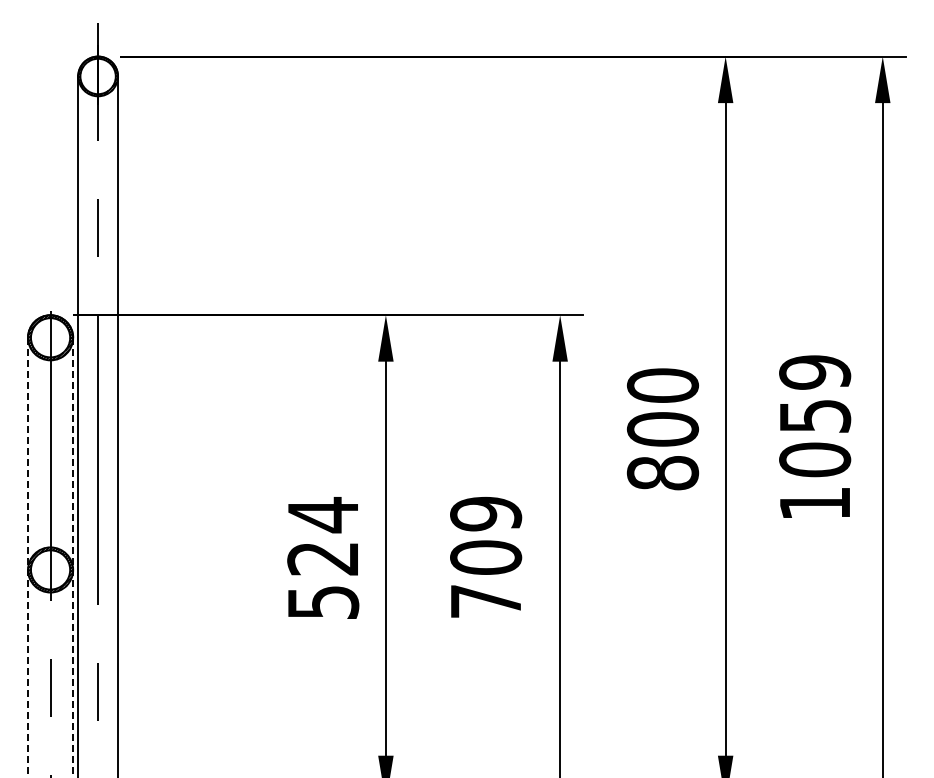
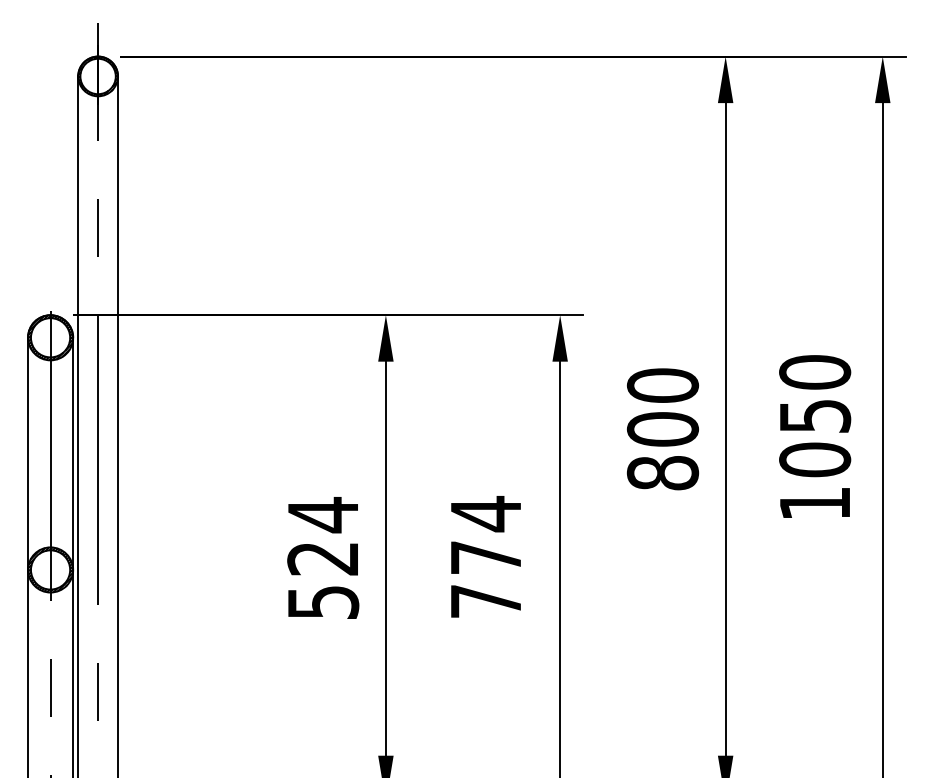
text at (815, 372): 1059 -> 1050
text at (486, 535): 709 -> 774
line at (28, 557): dashed -> solid
line at (73, 557): dashed -> solid
